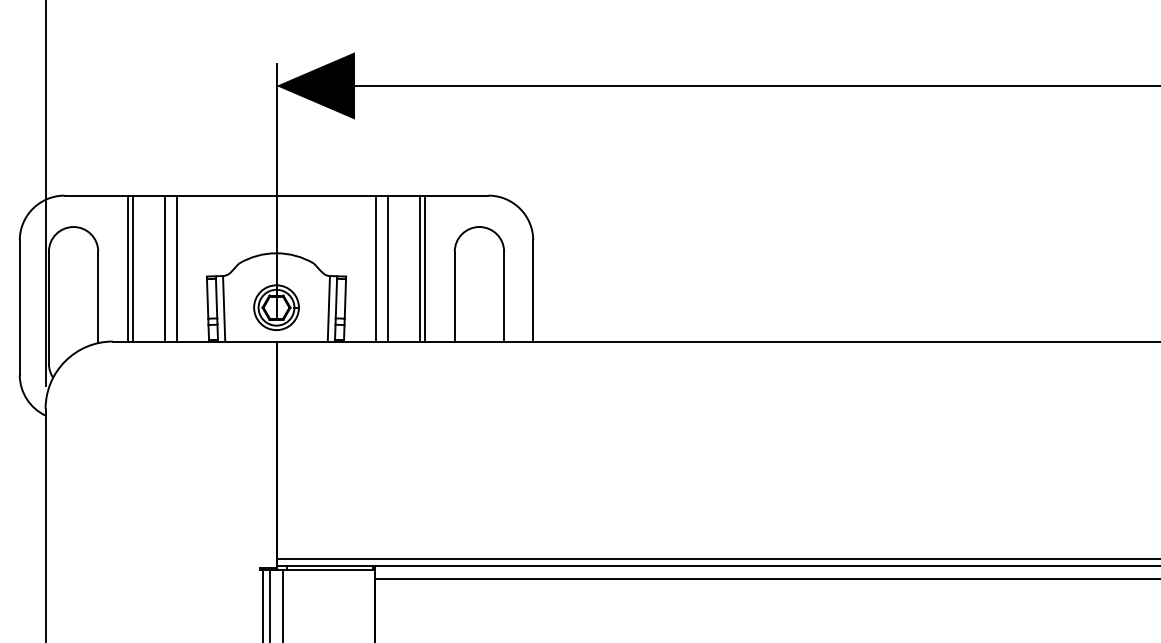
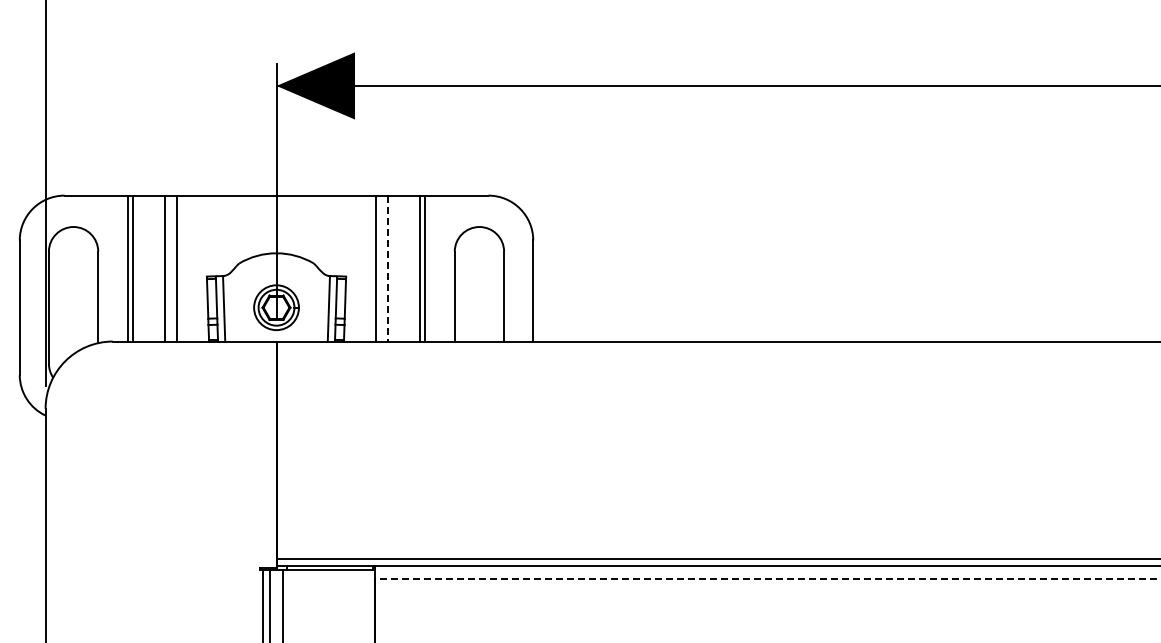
line at (387, 268): solid -> dashed
line at (767, 579): solid -> dashed
